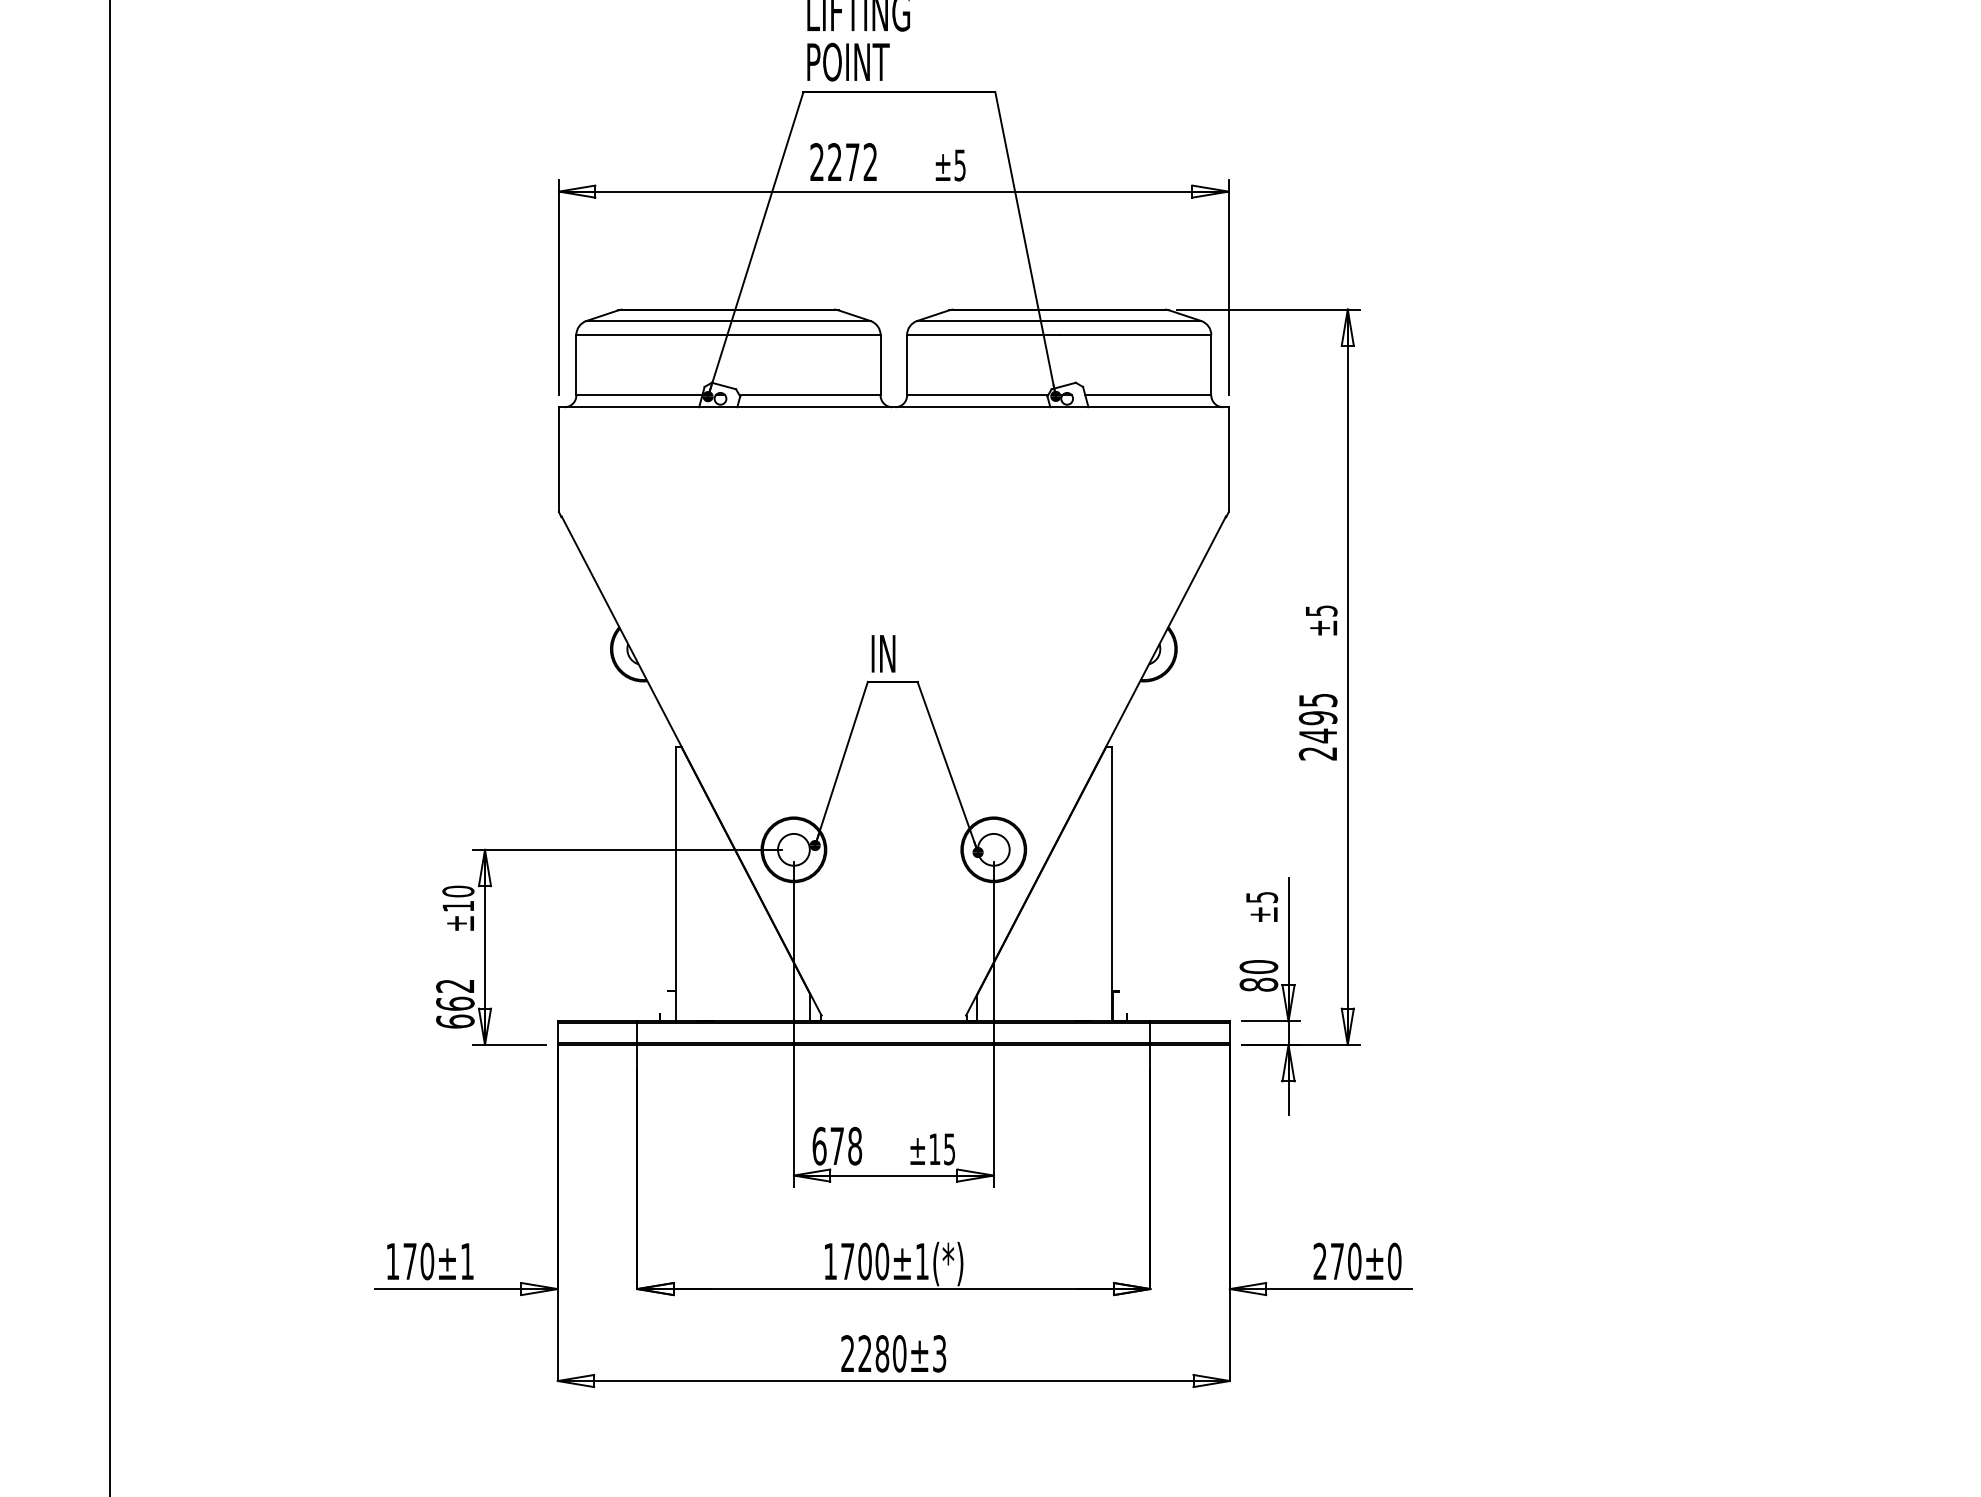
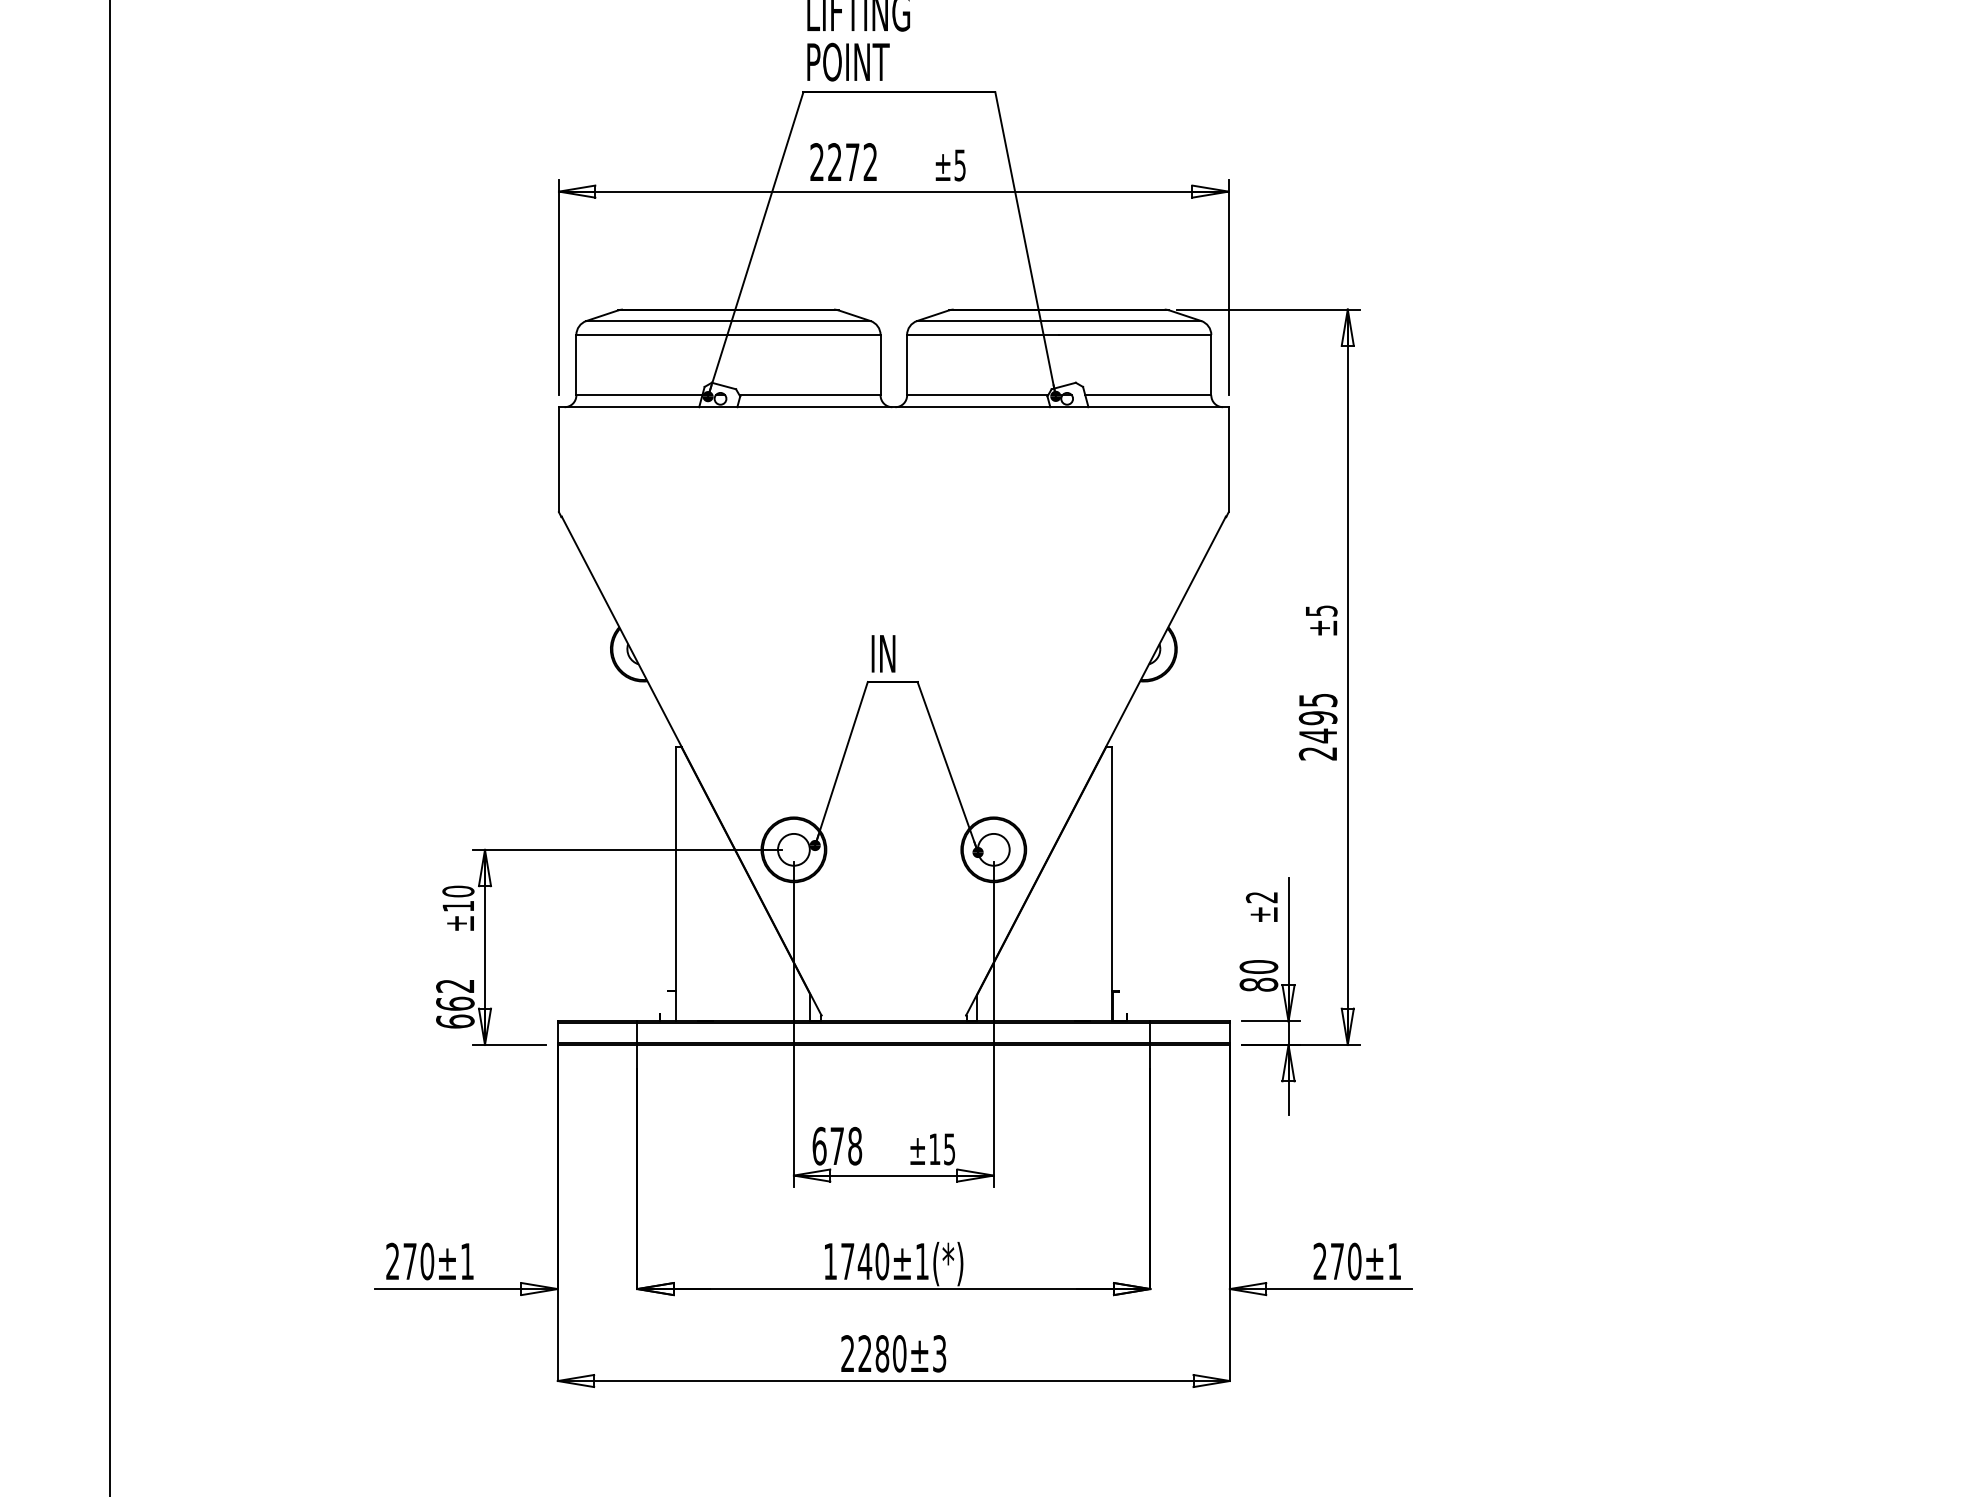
text at (1261, 897): ±5 -> ±2
text at (392, 1260): 170±1 -> 270±1
text at (864, 1261): 1700±1(*) -> 1740±1(*)
text at (1394, 1261): 270±0 -> 270±1
